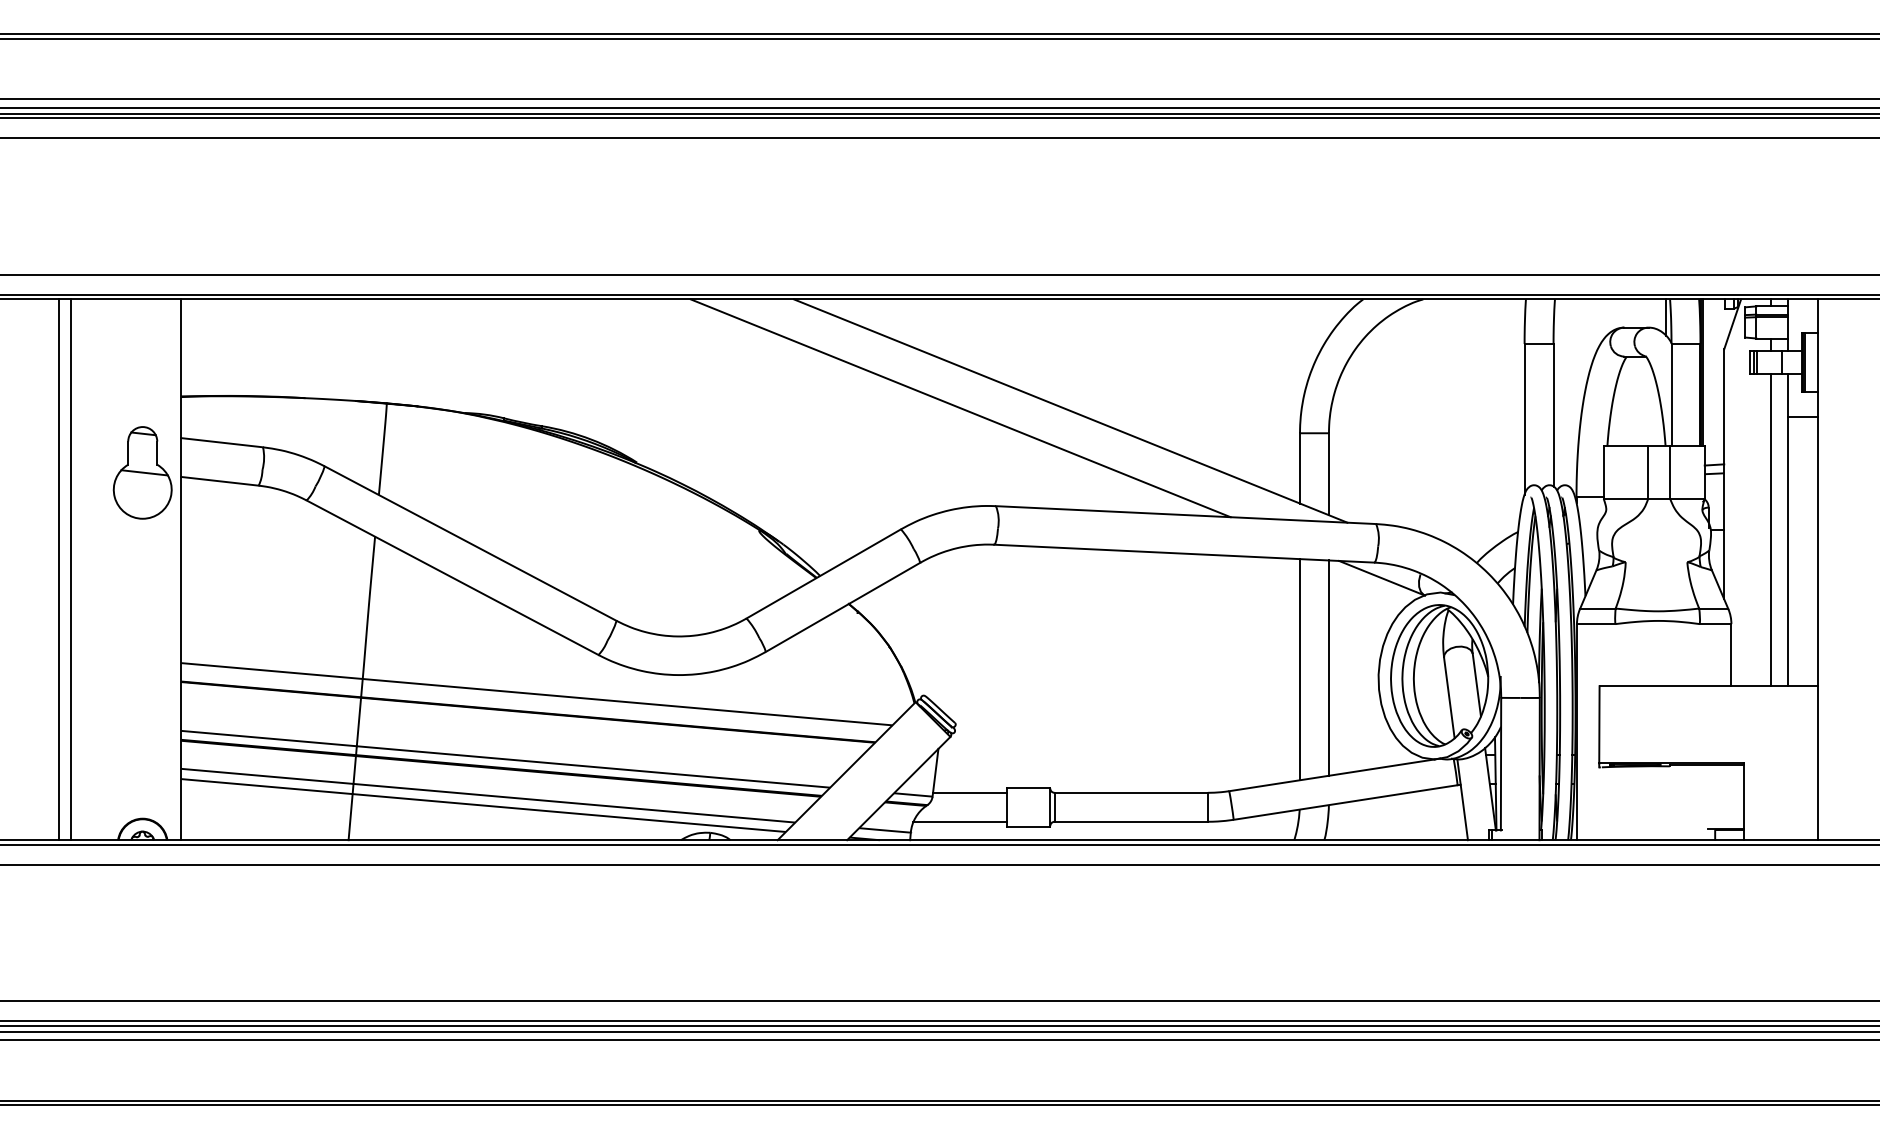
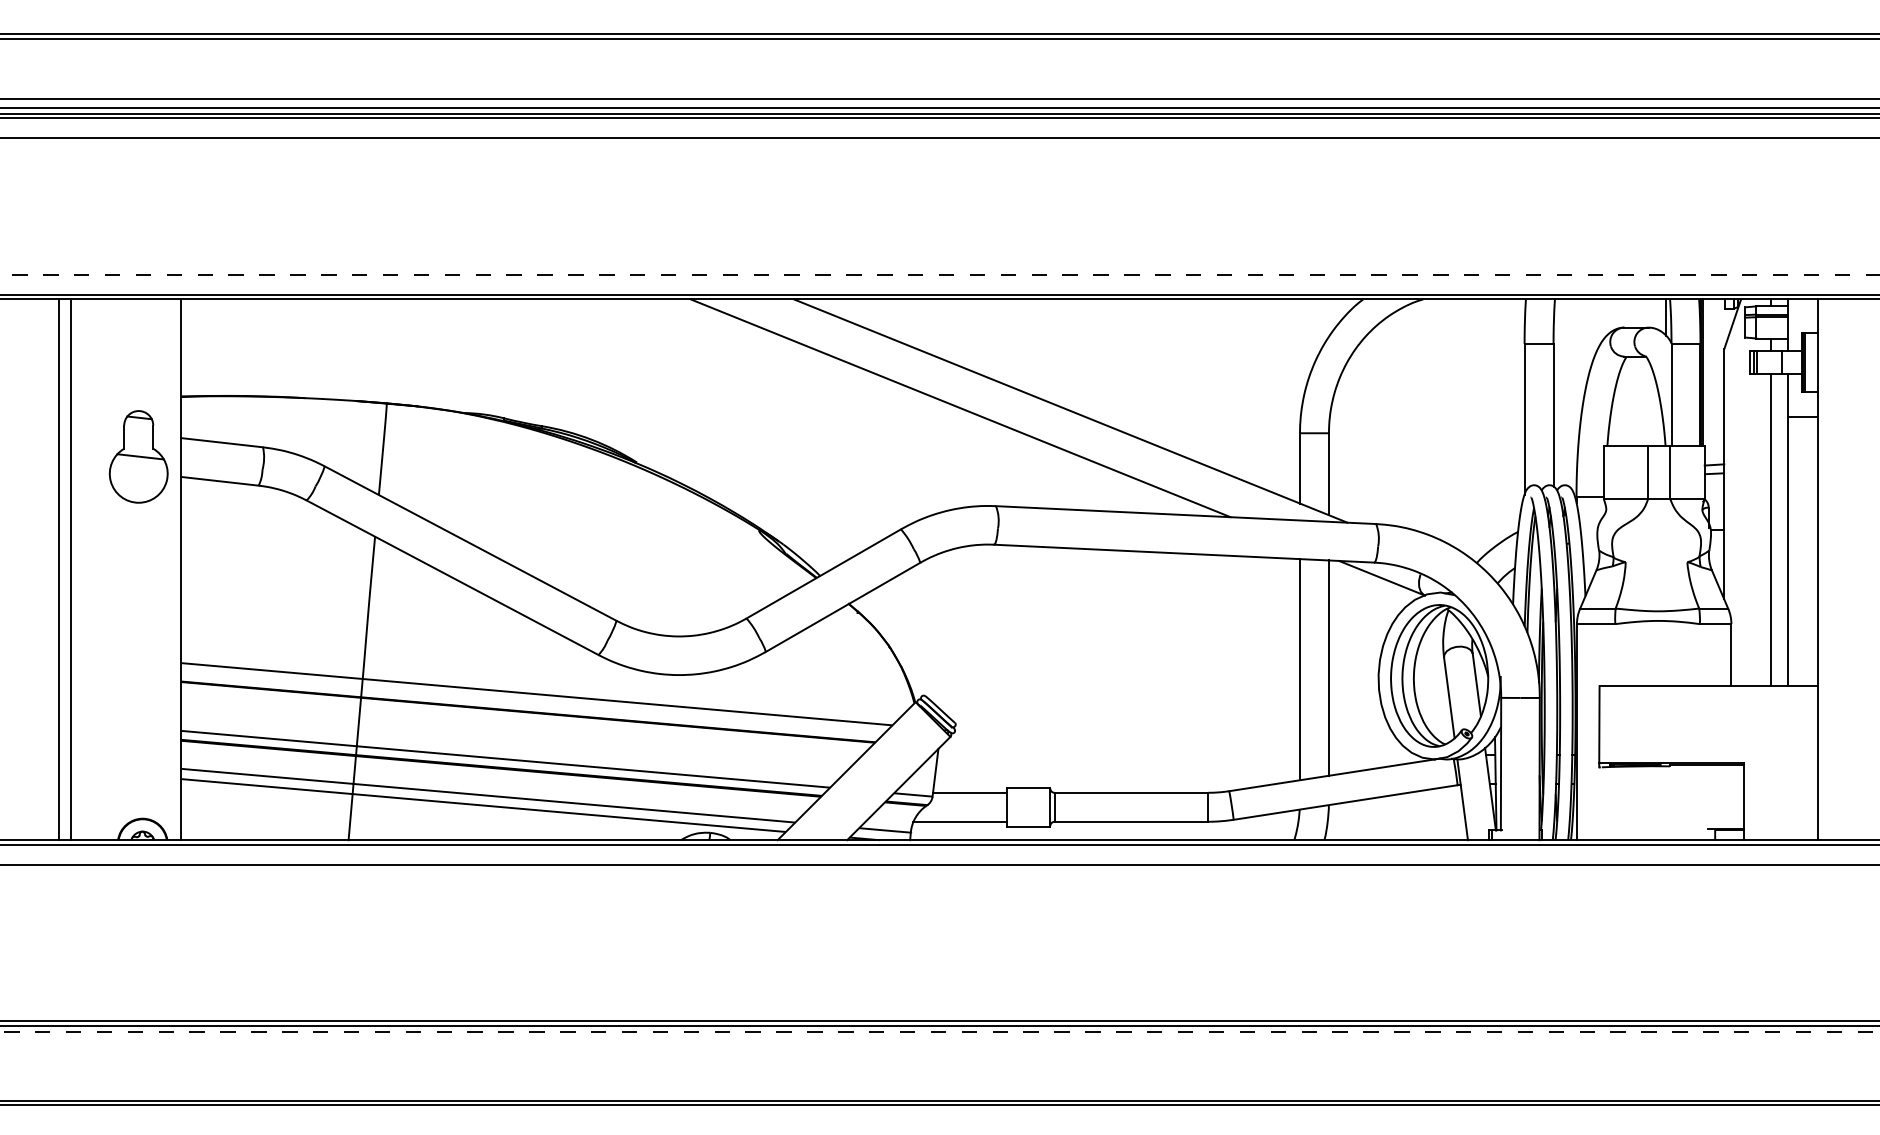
line at (939, 274): solid -> dashed
part at (142, 472) position: (142, 472) -> (138, 456)
line at (939, 1001): present -> none
line at (939, 1031): solid -> dashed
line at (939, 1040): present -> none
